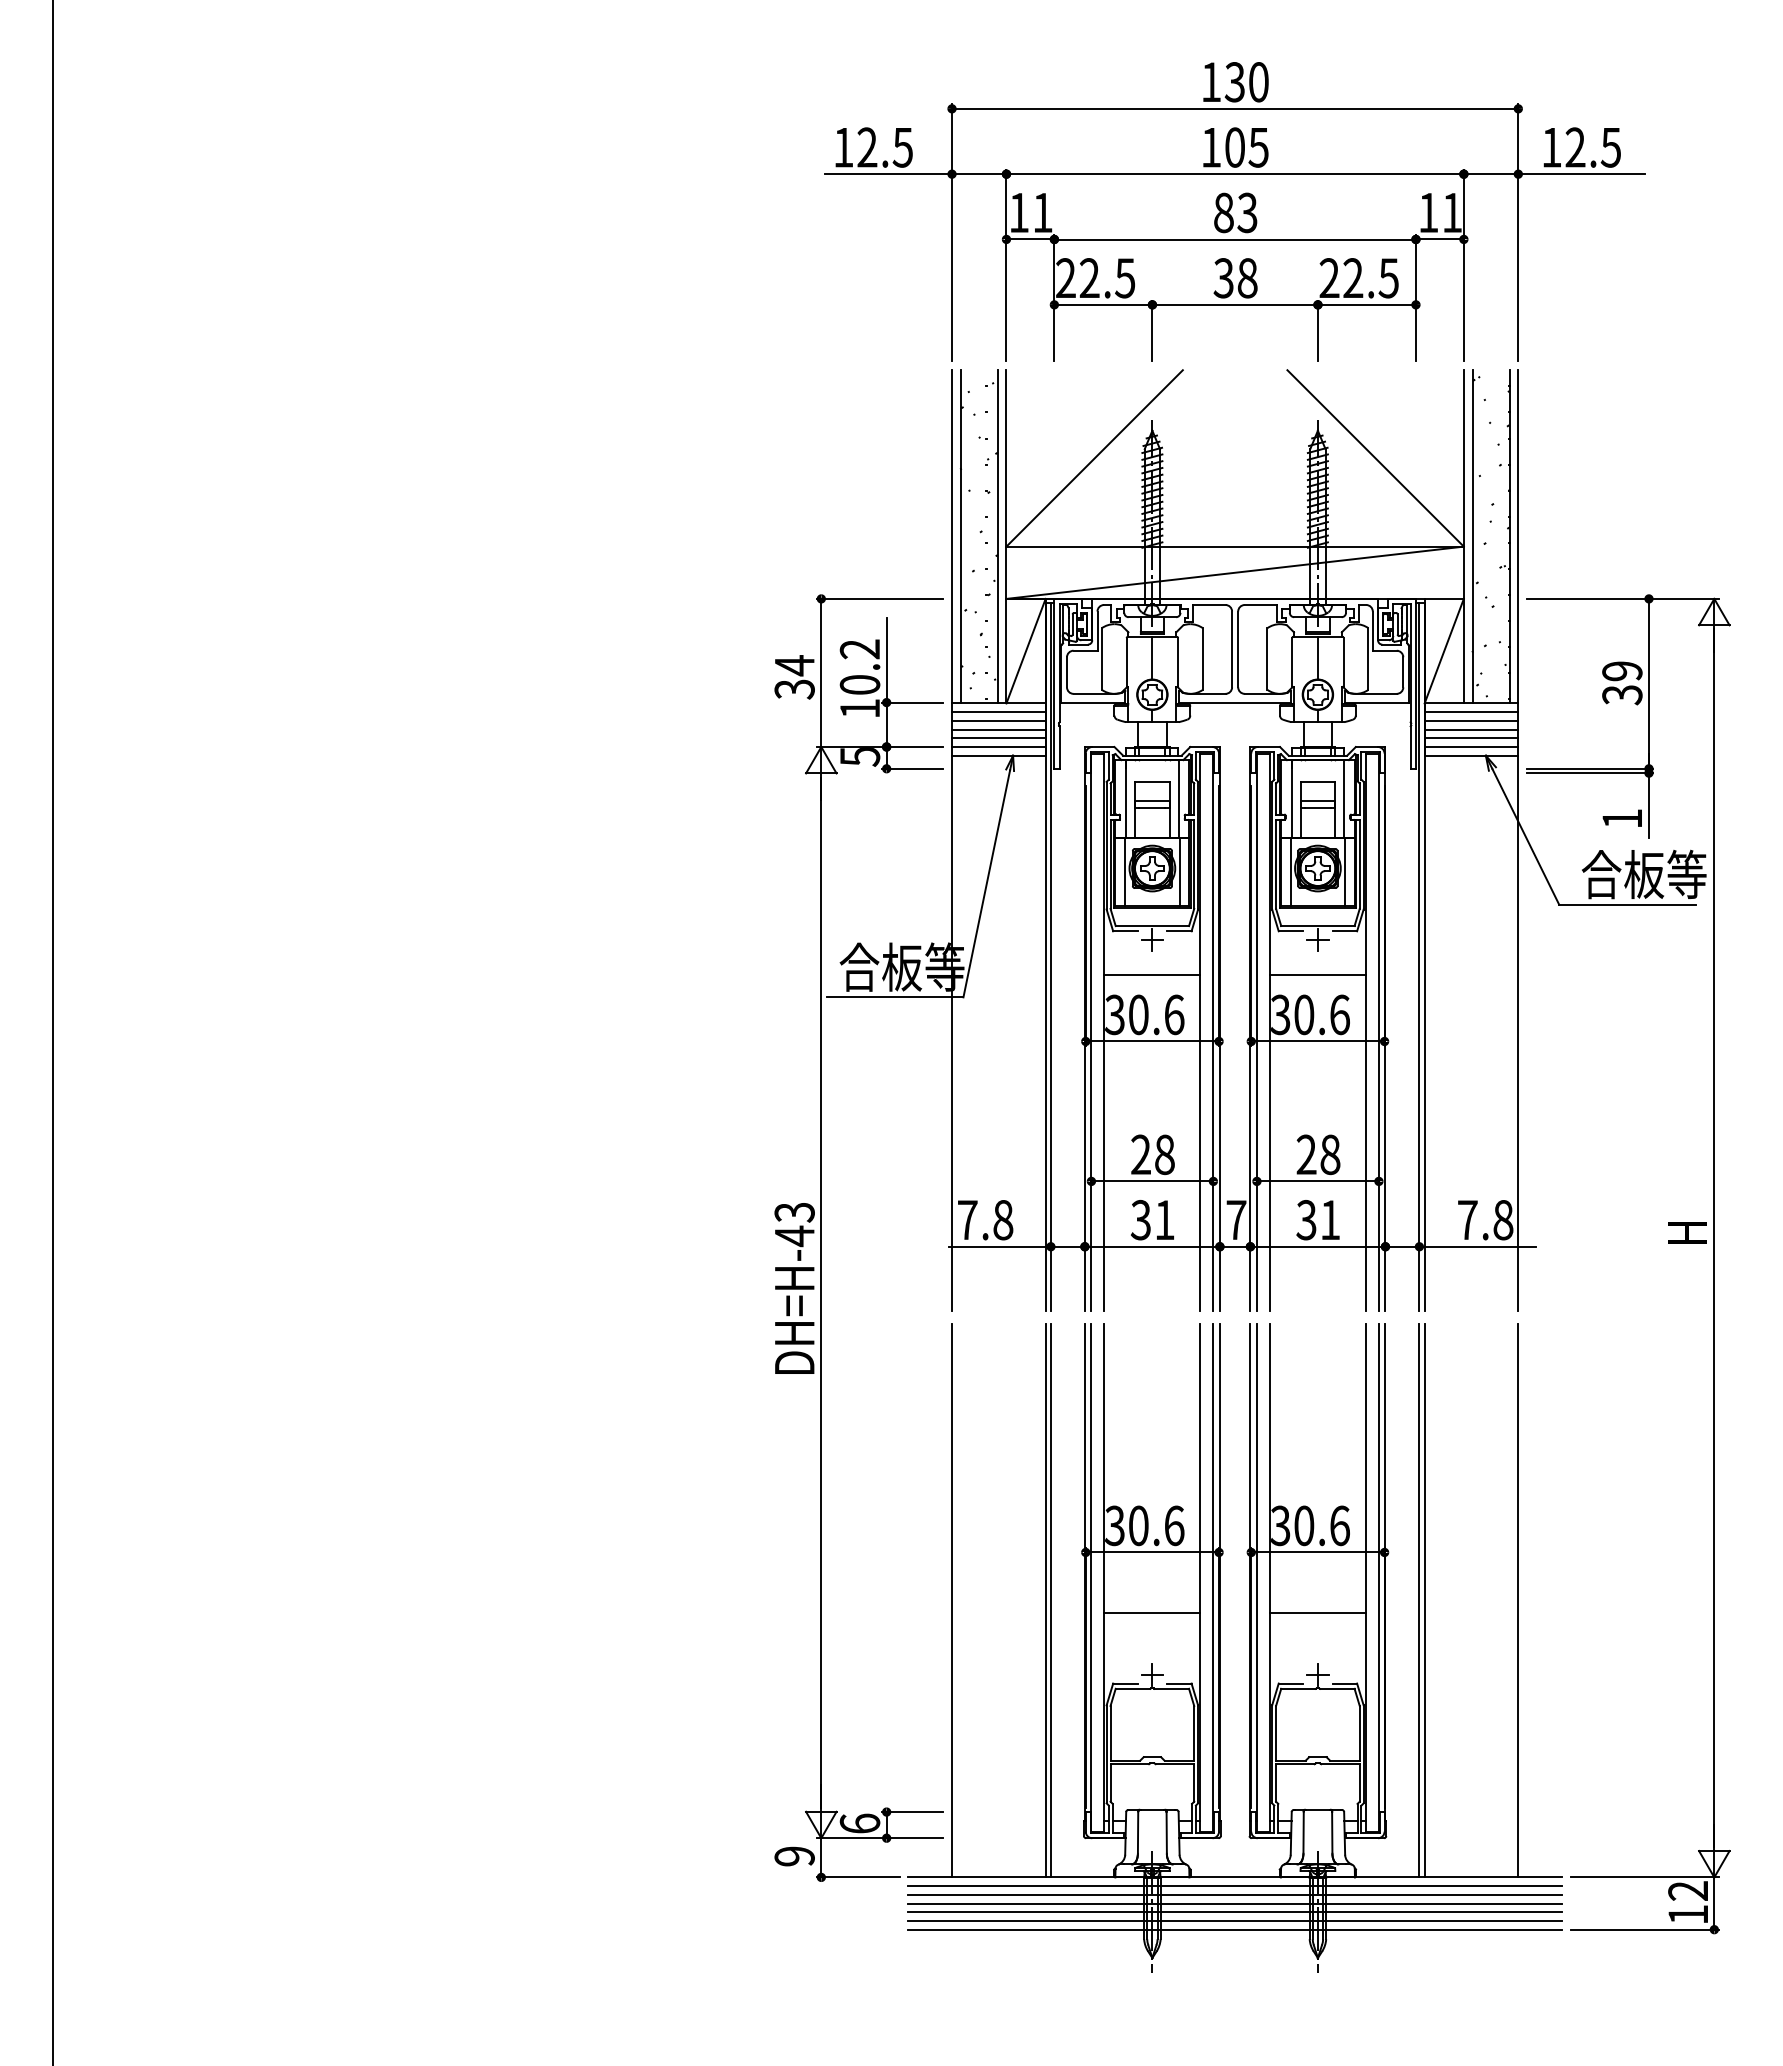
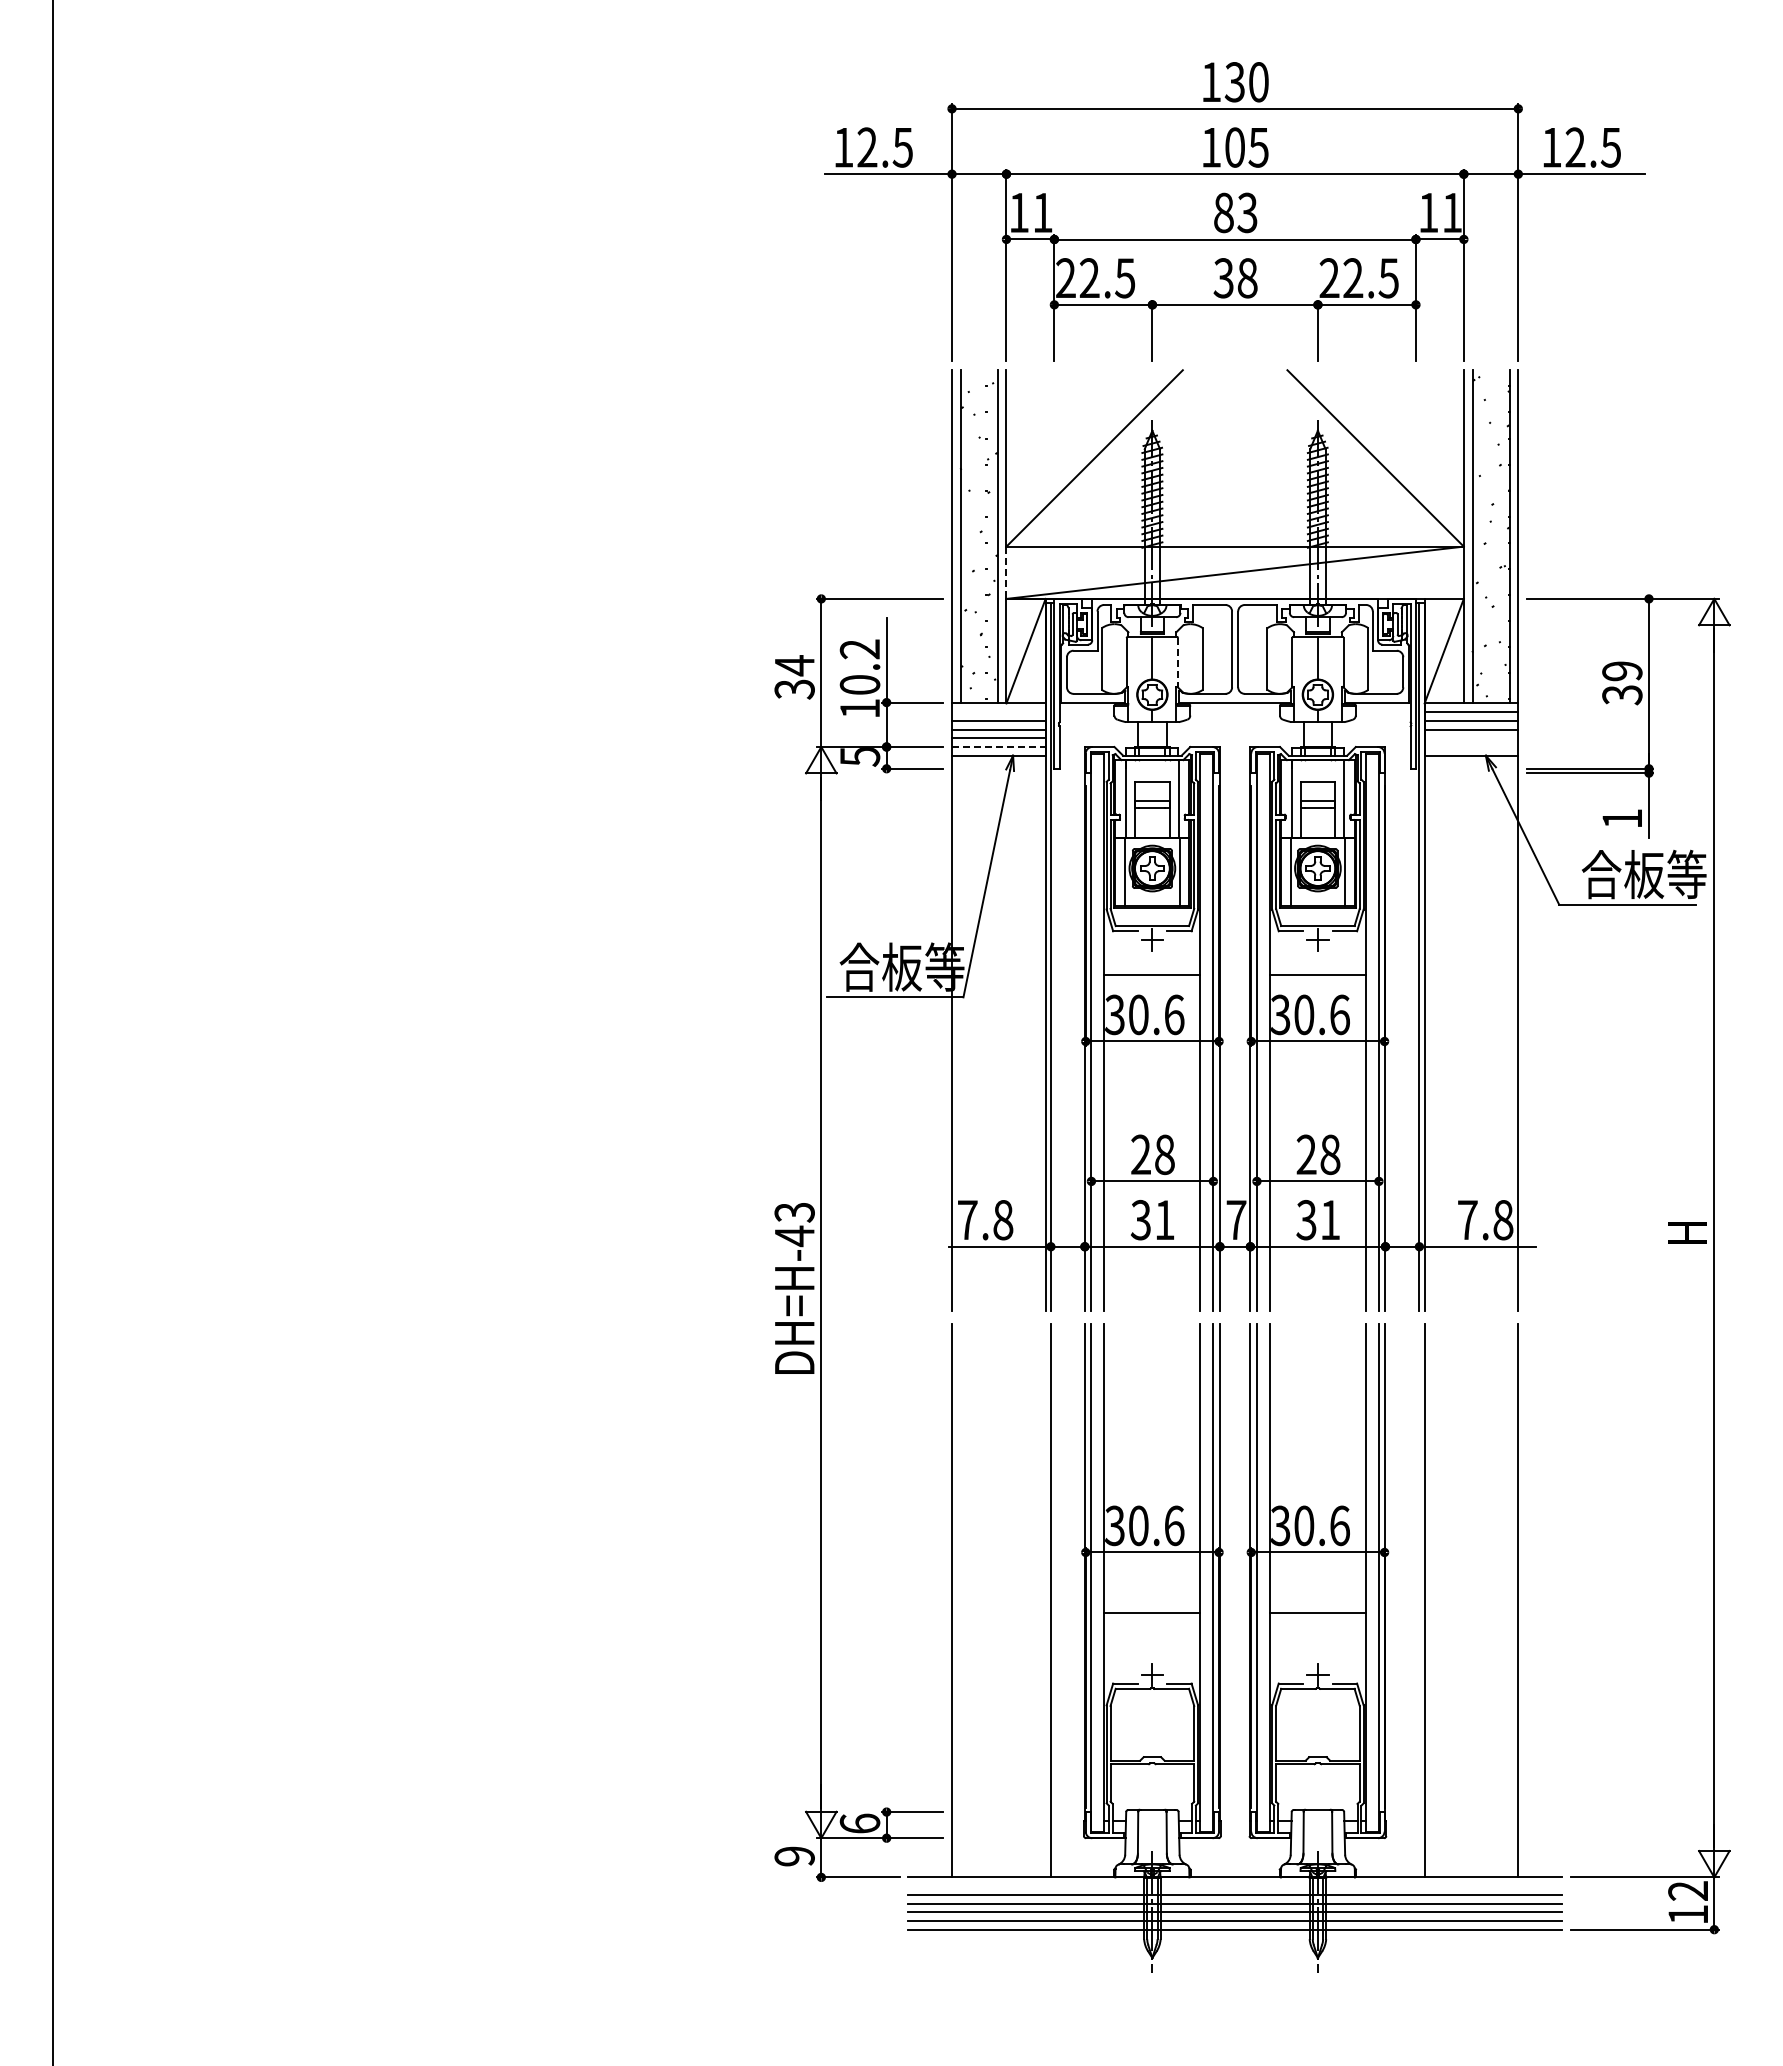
line at (1006, 573): solid -> dashed
line at (1178, 662): solid -> dashed
line at (998, 712): present -> none
line at (1471, 738): present -> none
line at (998, 747): solid -> dashed
line at (1471, 747): present -> none
line at (1045, 1600): present -> none
line at (1419, 1600): present -> none
line at (1234, 1886): present -> none
